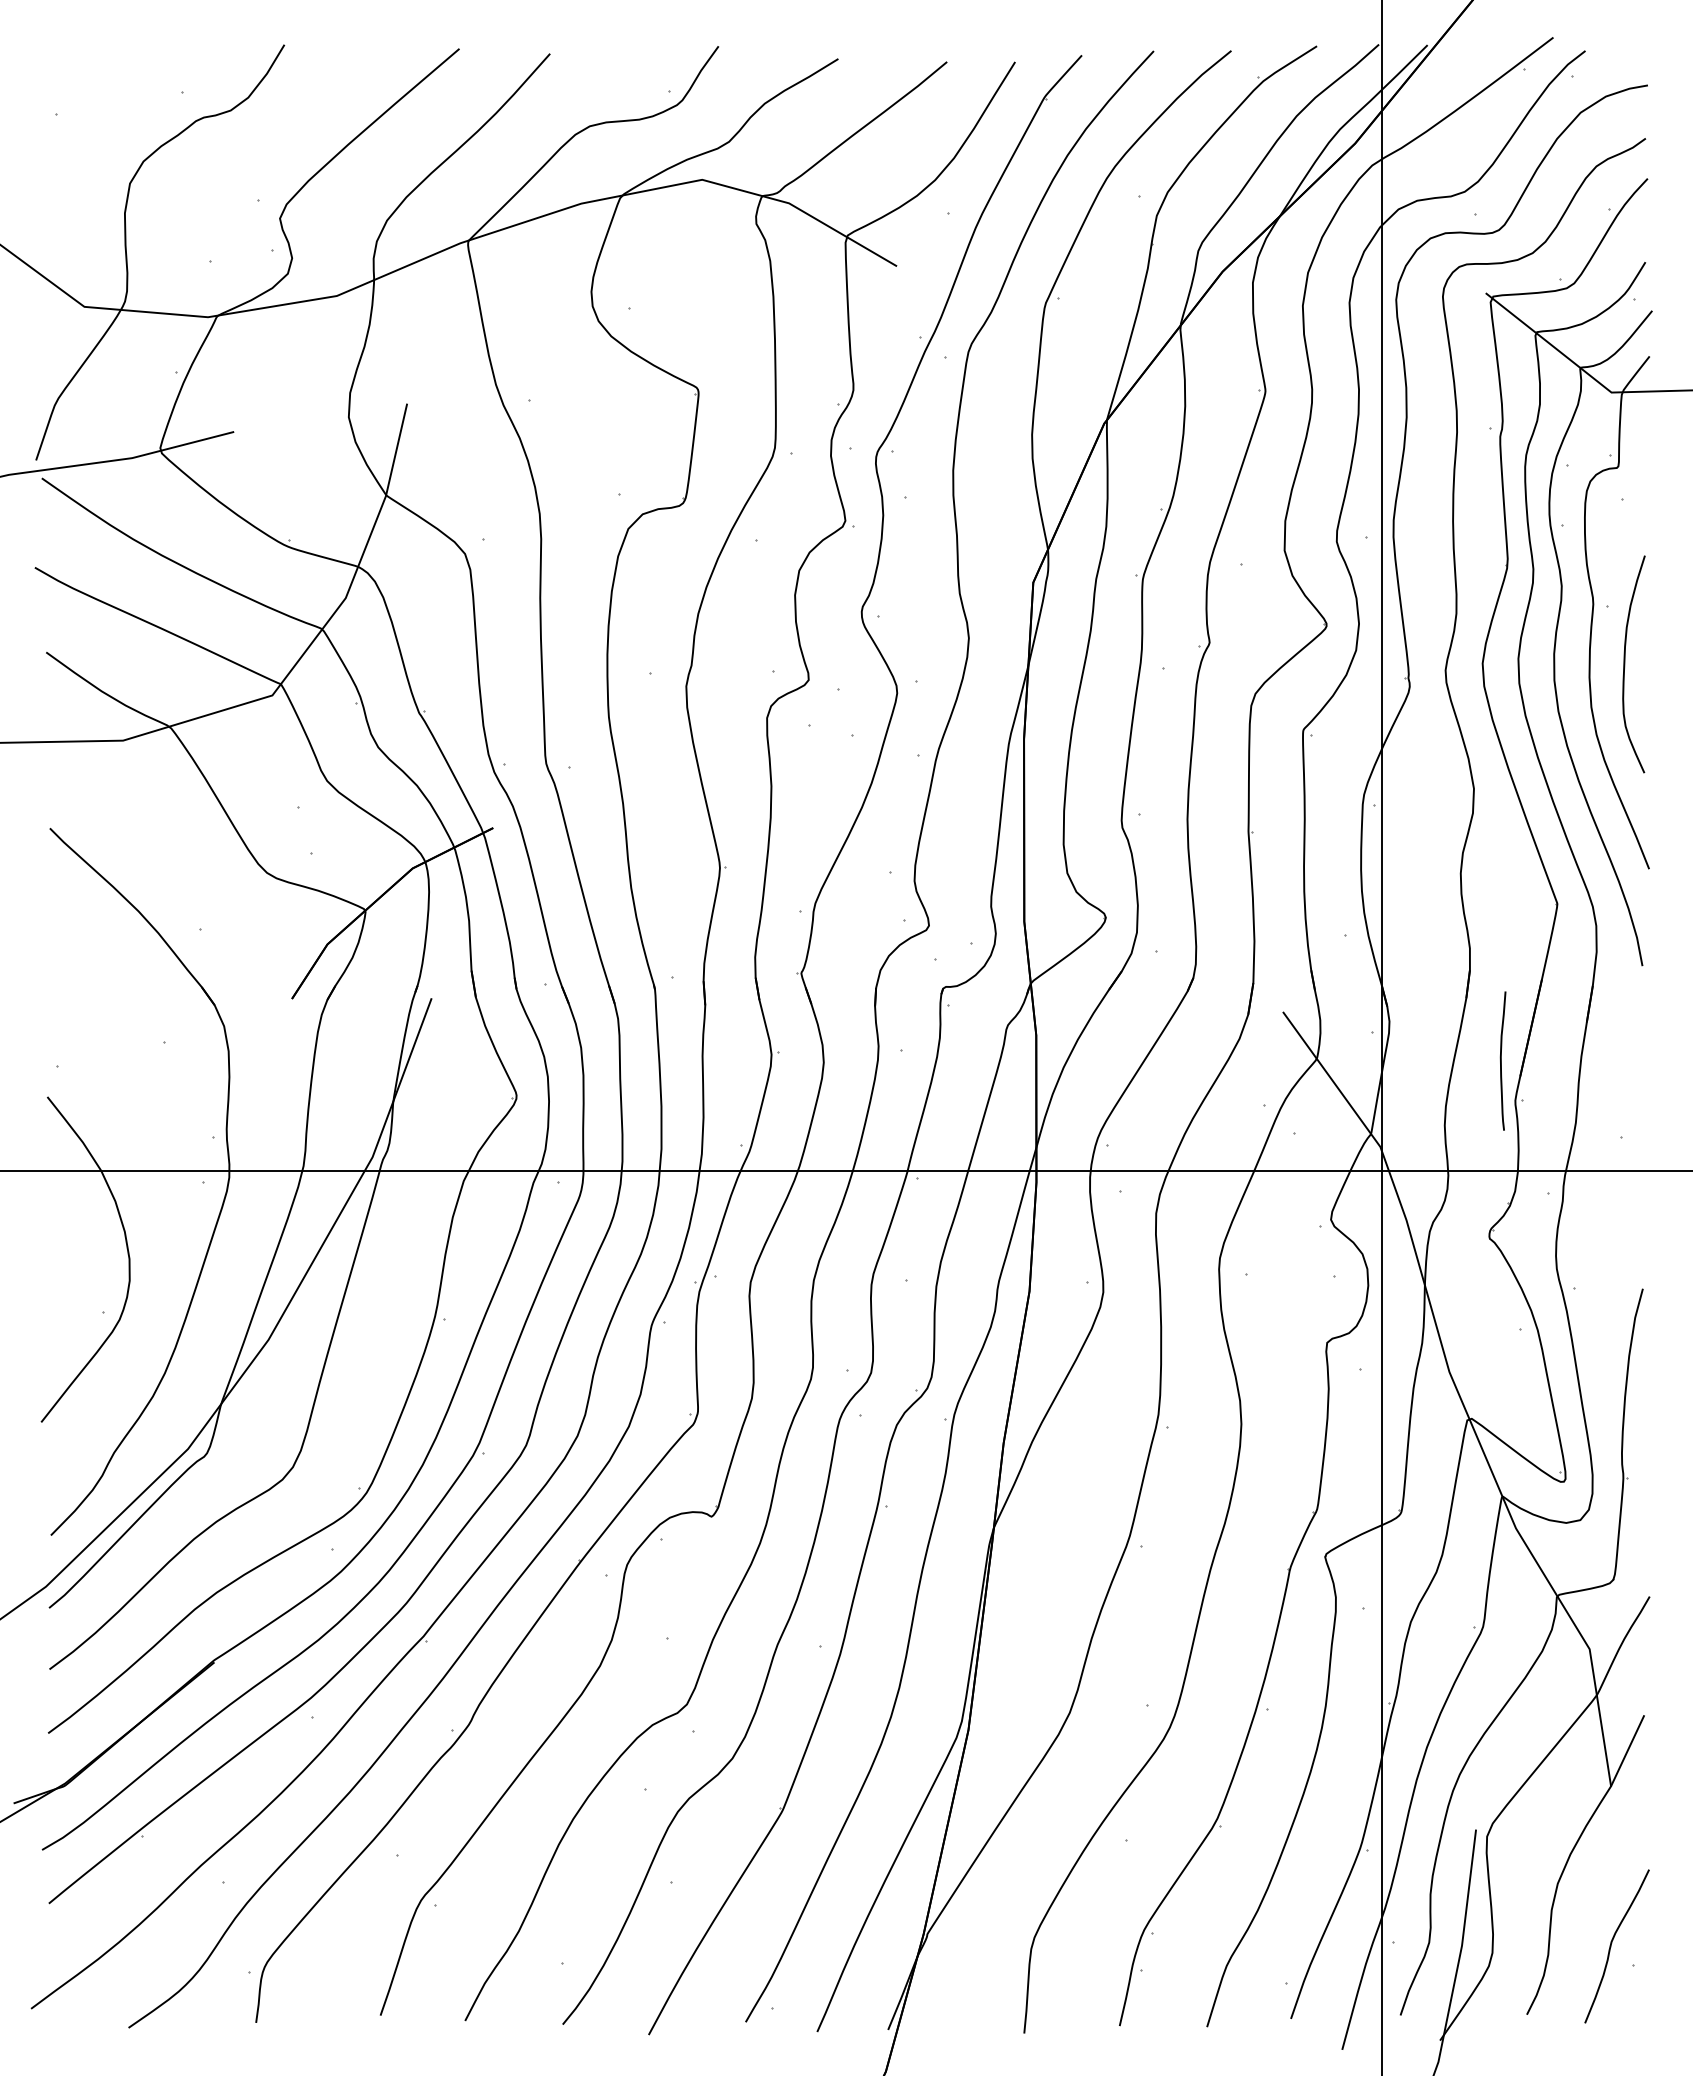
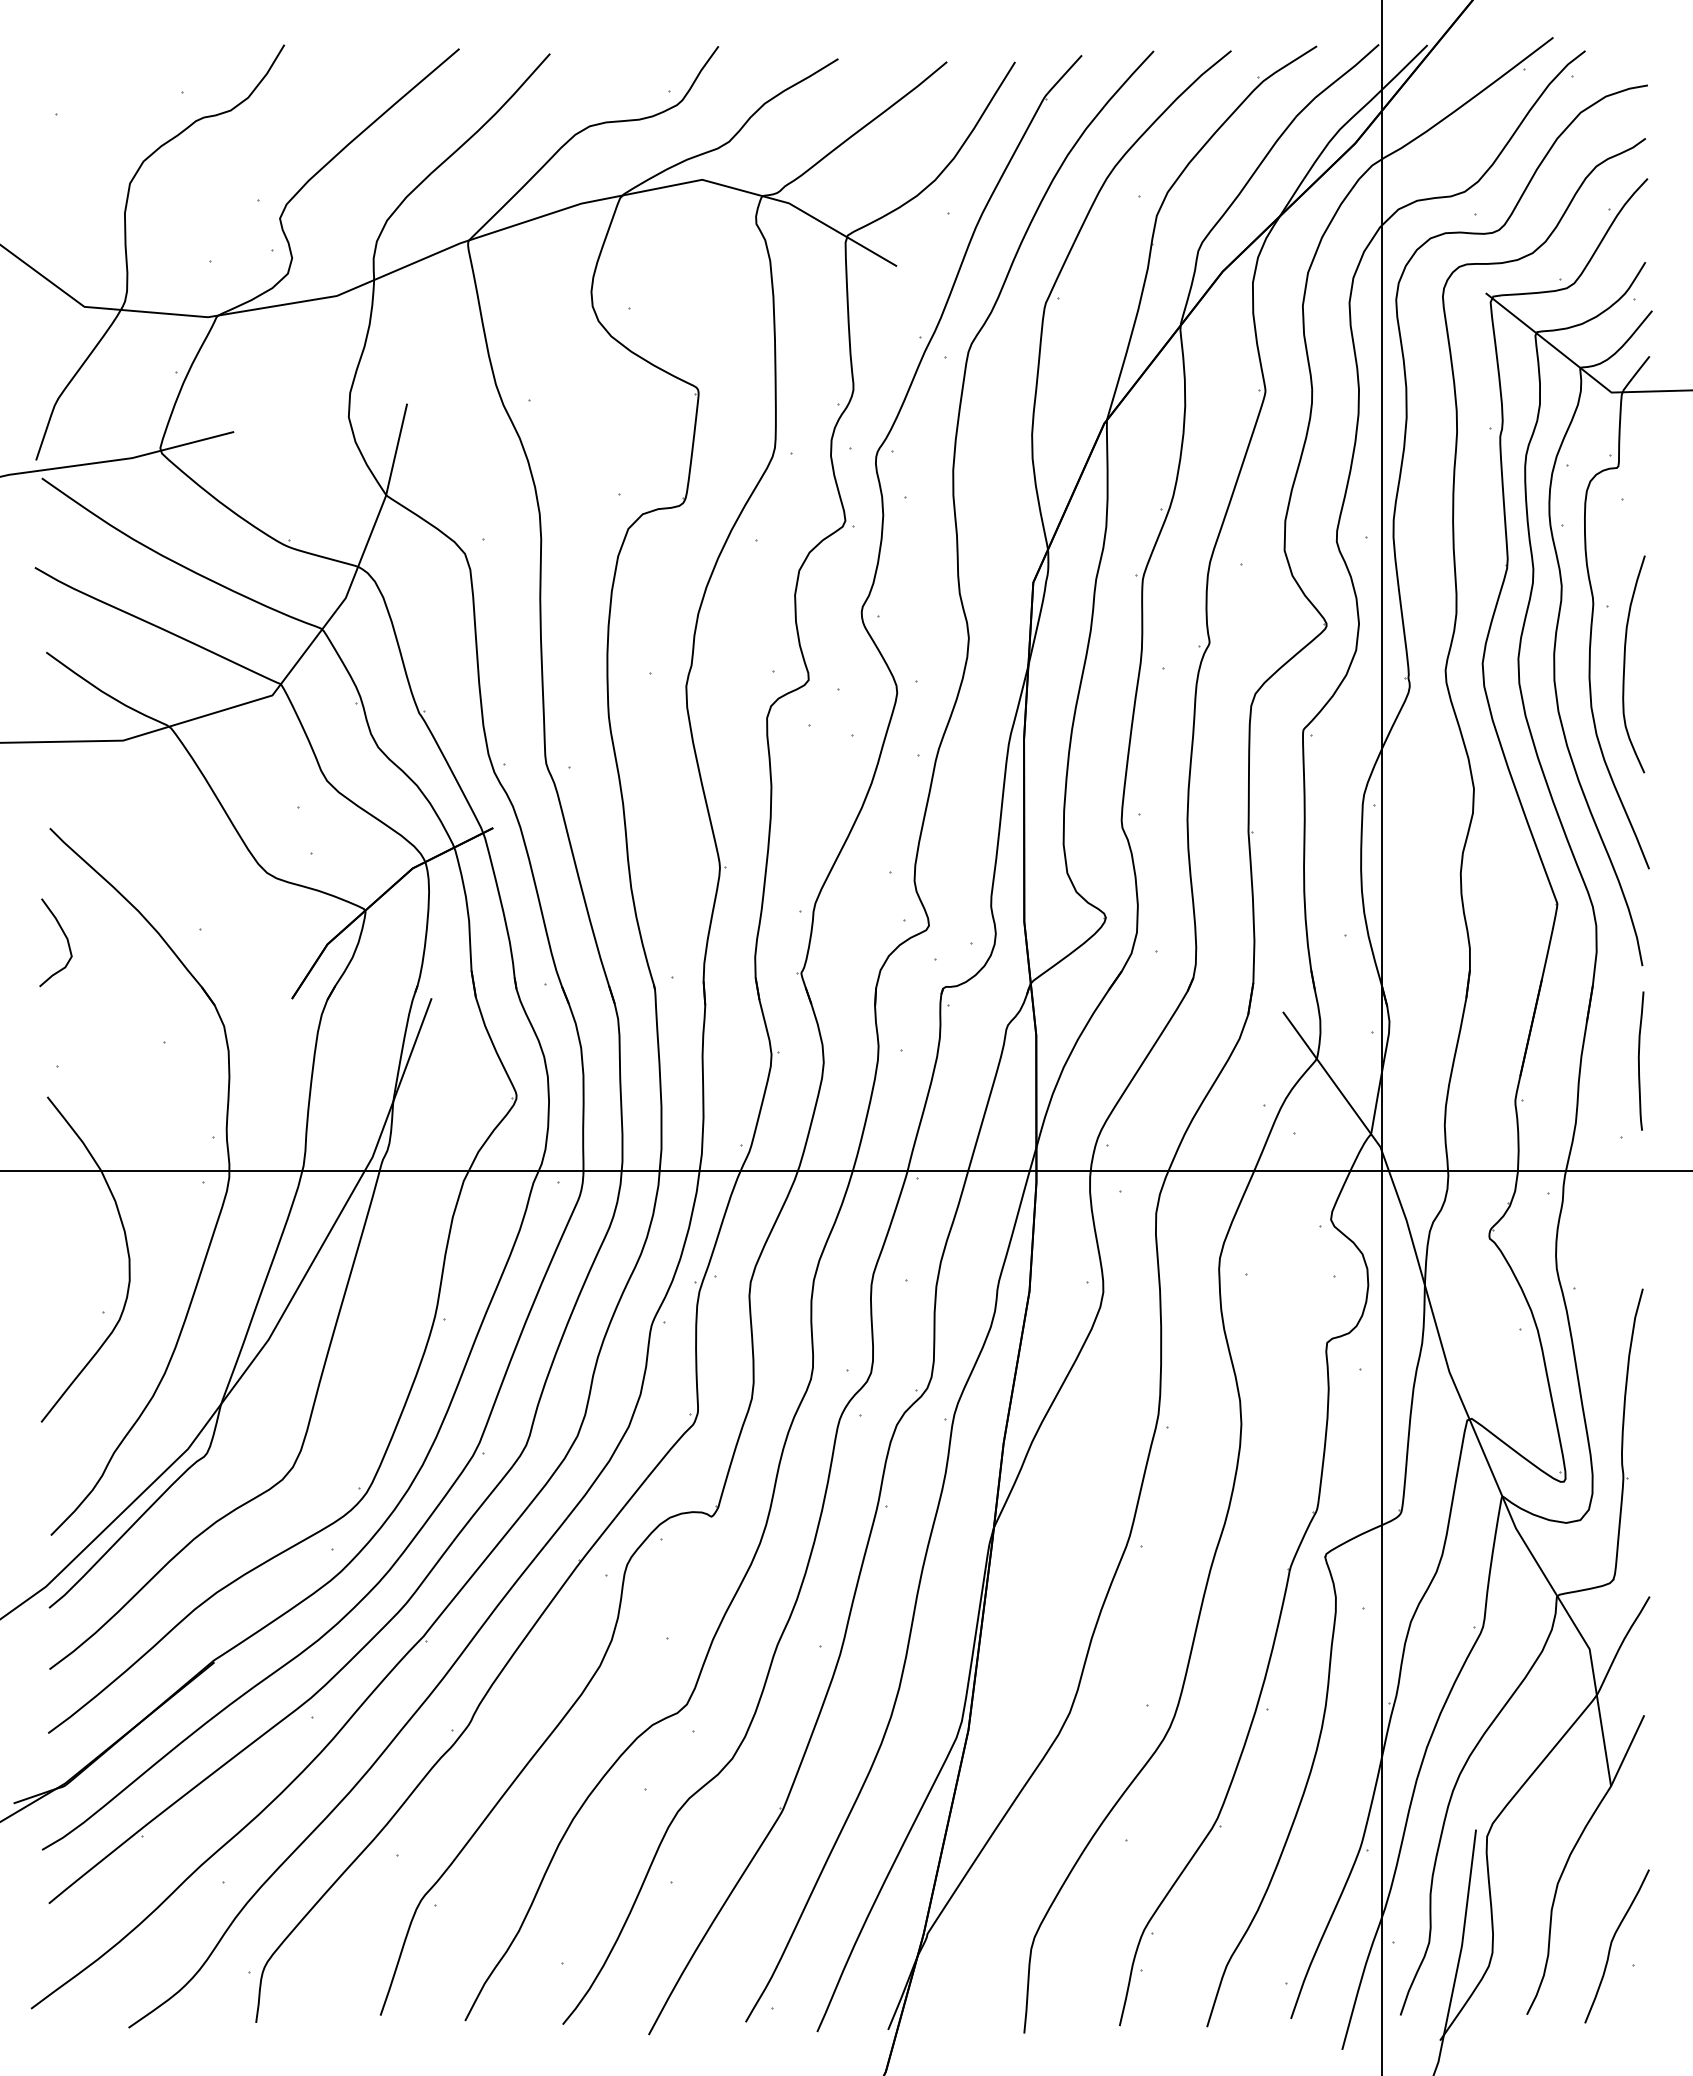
curve at (65, 937): none -> present
curve at (1501, 1060) position: (1501, 1060) -> (1639, 1060)
